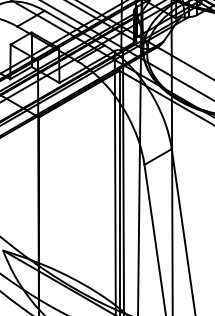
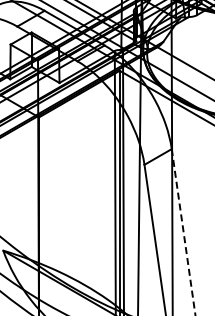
line at (183, 232): solid -> dashed
